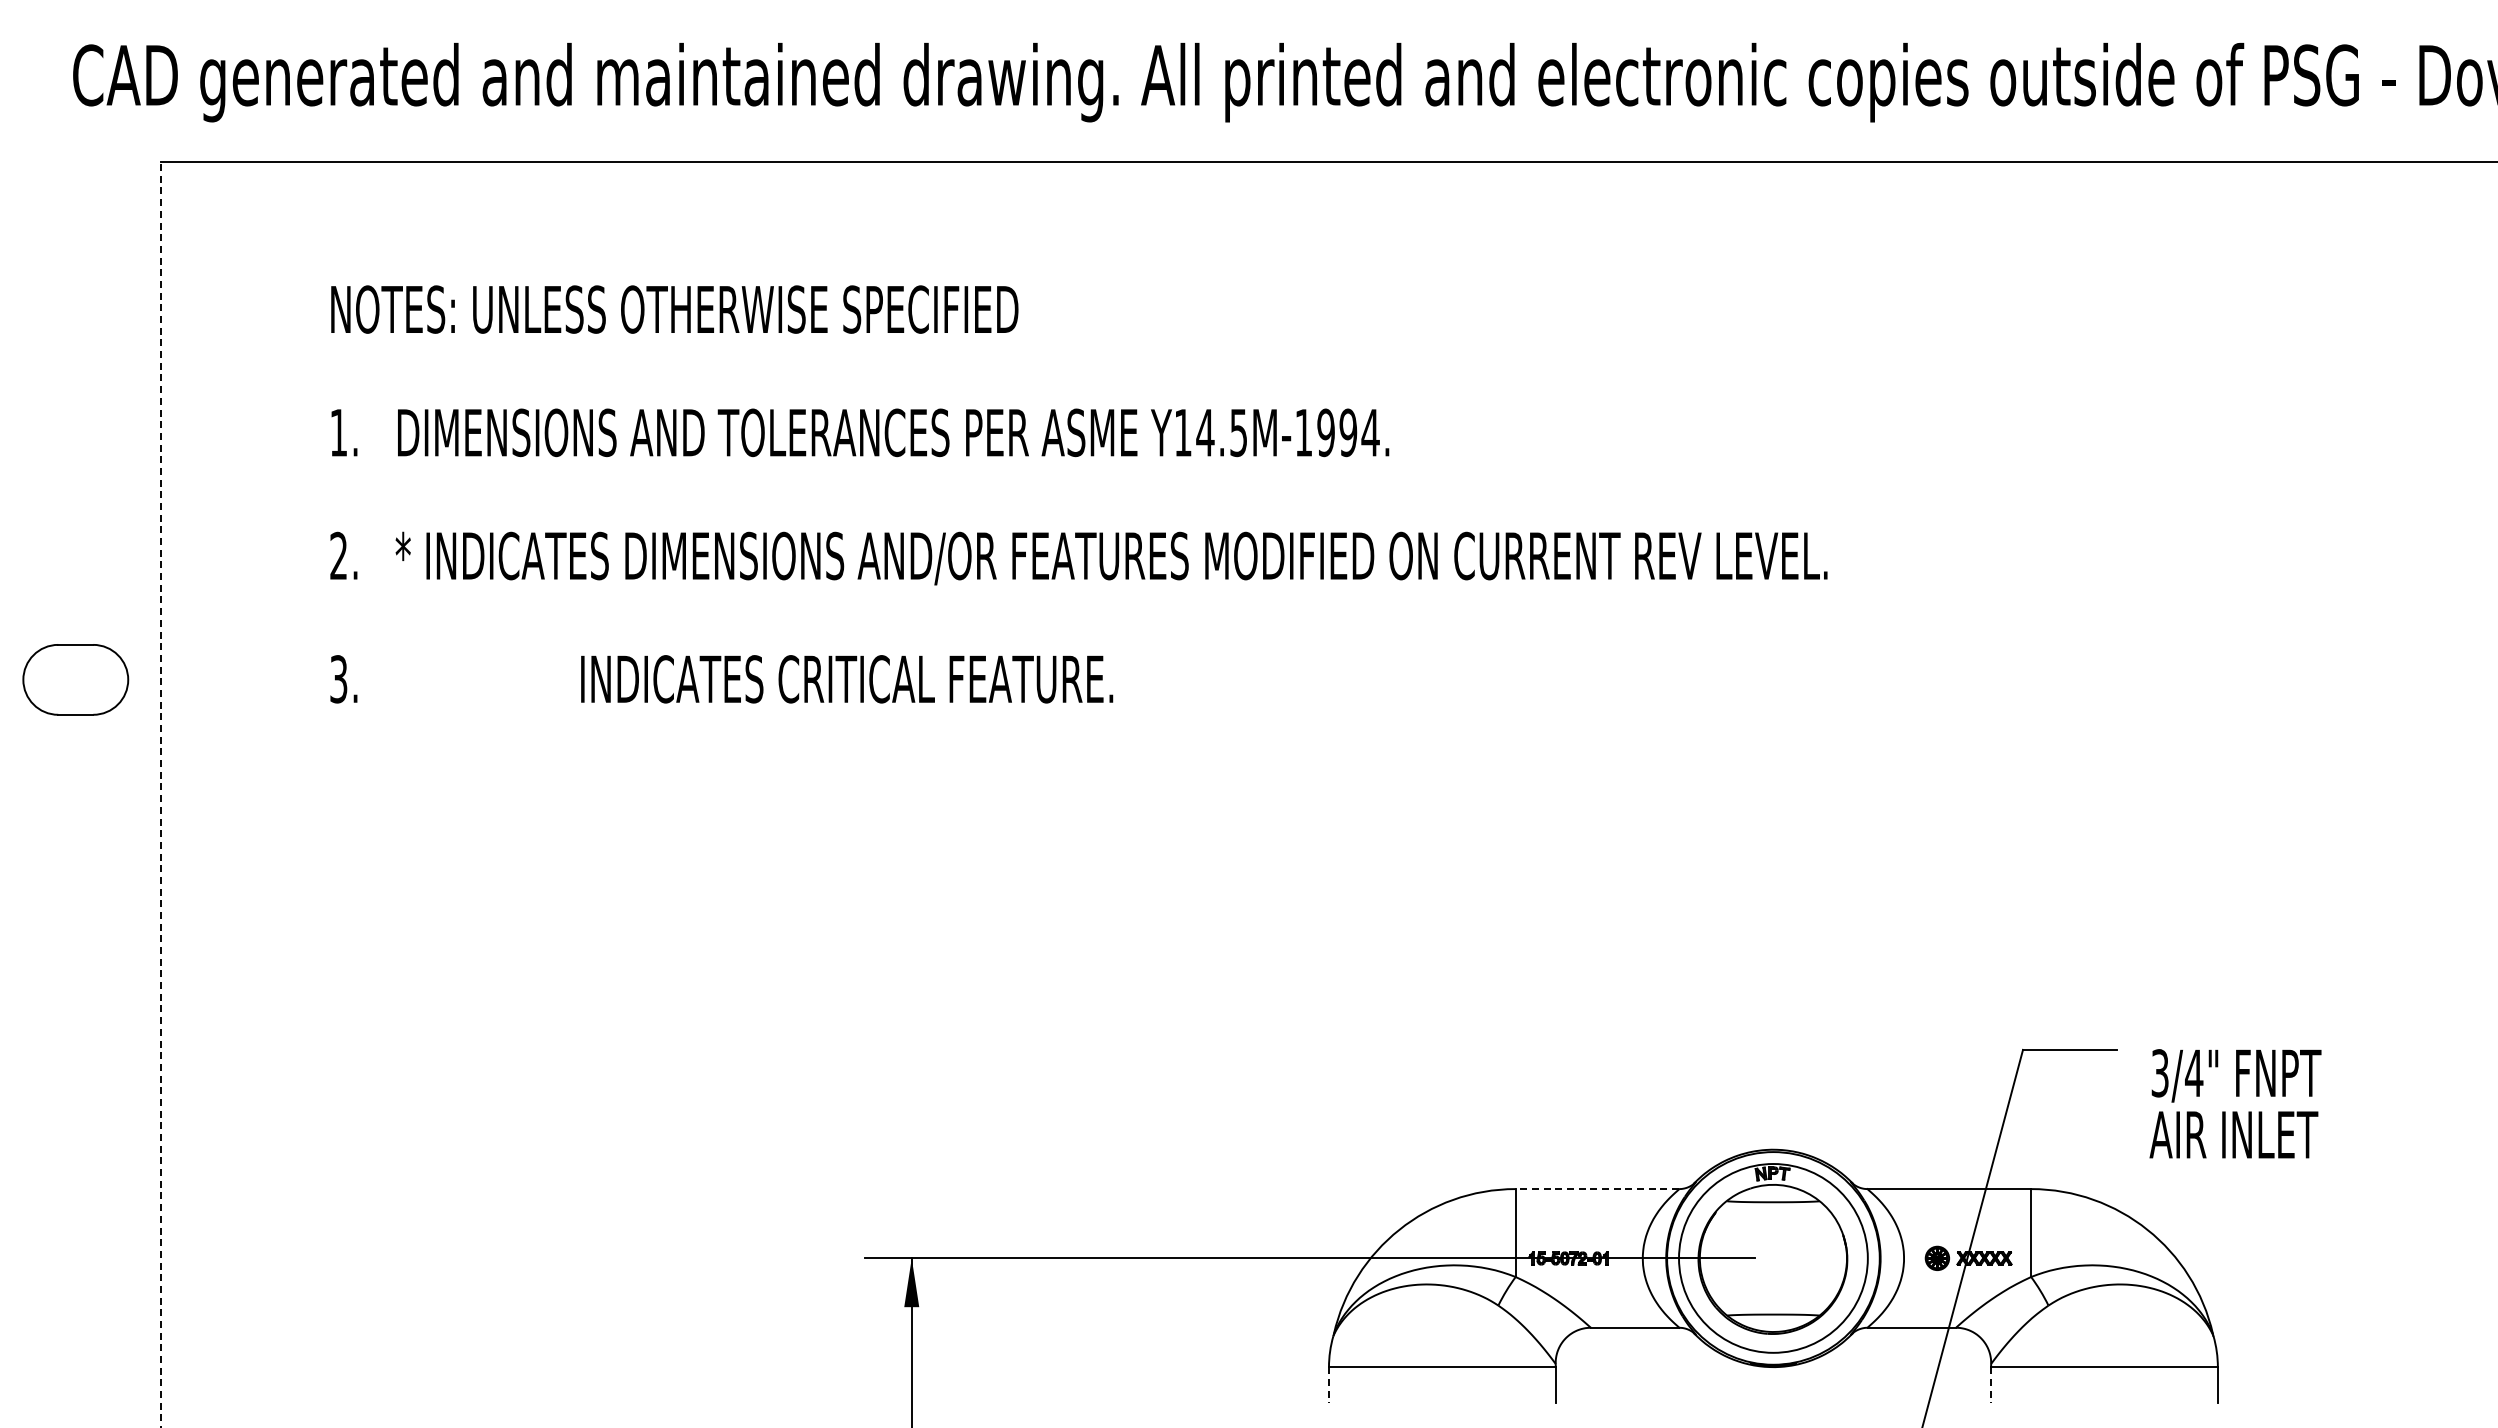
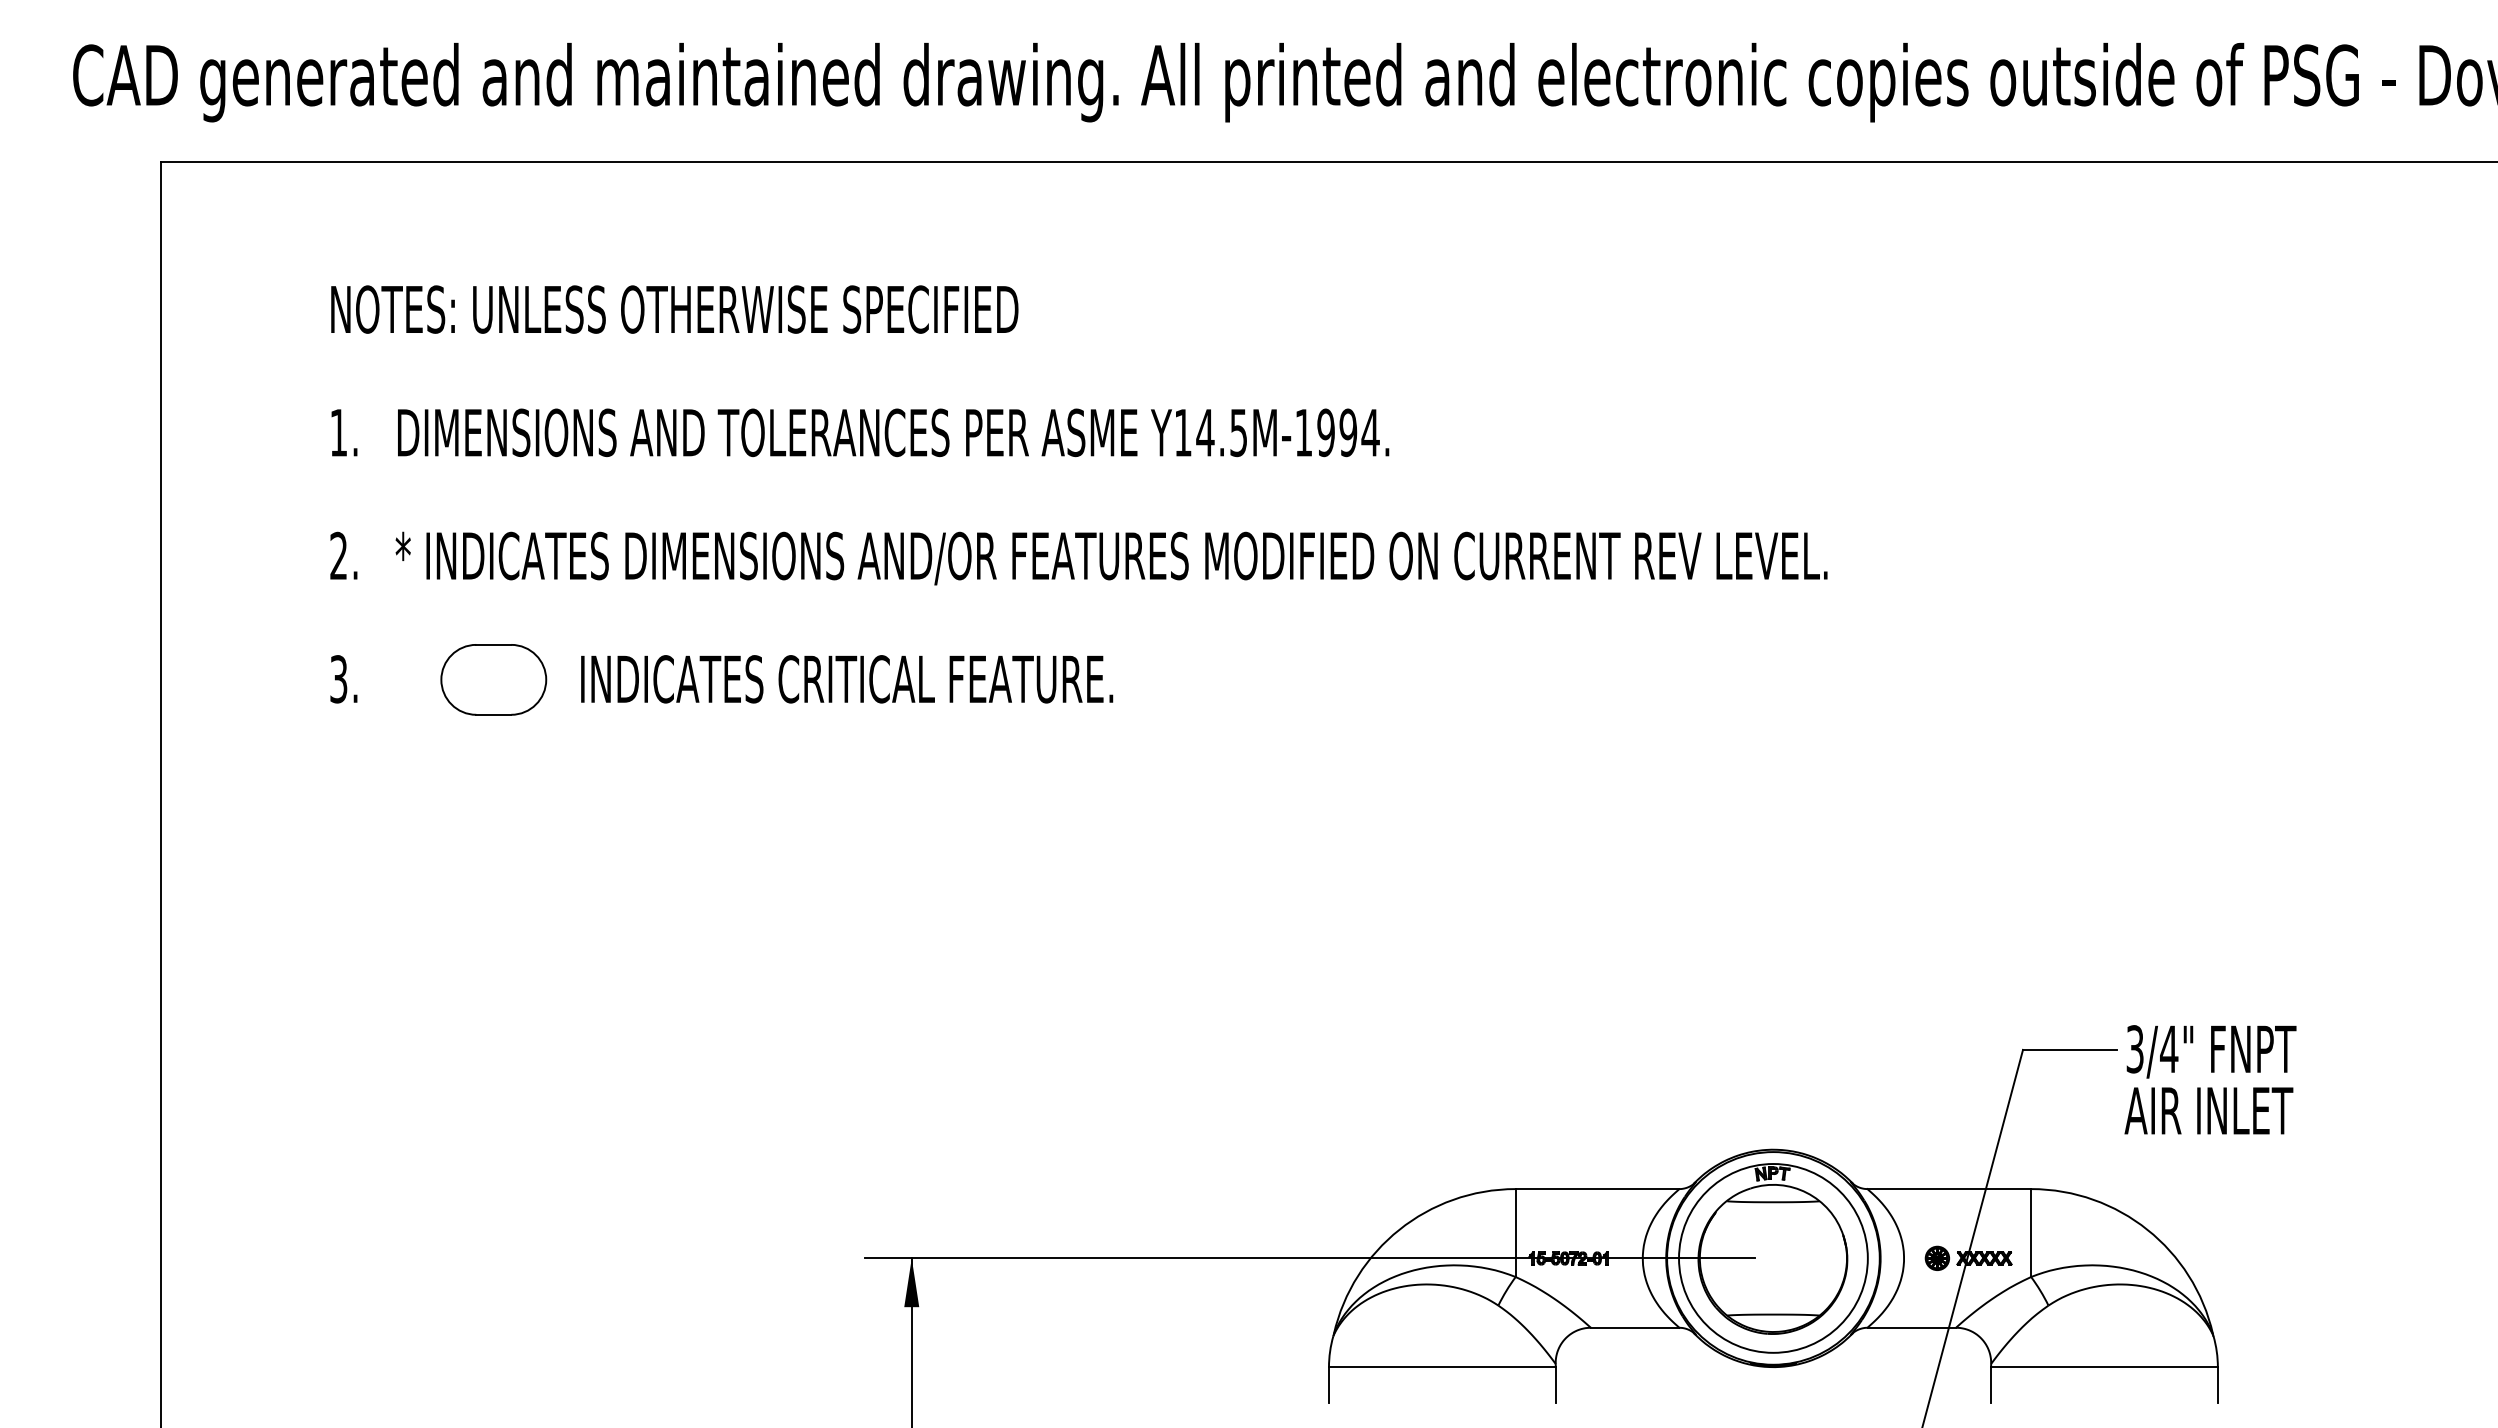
part at (75, 679) position: (75, 679) -> (493, 679)
line at (161, 794): dashed -> solid
text at (2235, 1103) position: (2235, 1103) -> (2210, 1079)
line at (1597, 1189): dashed -> solid
line at (1328, 1385): dashed -> solid
line at (1991, 1385): dashed -> solid
